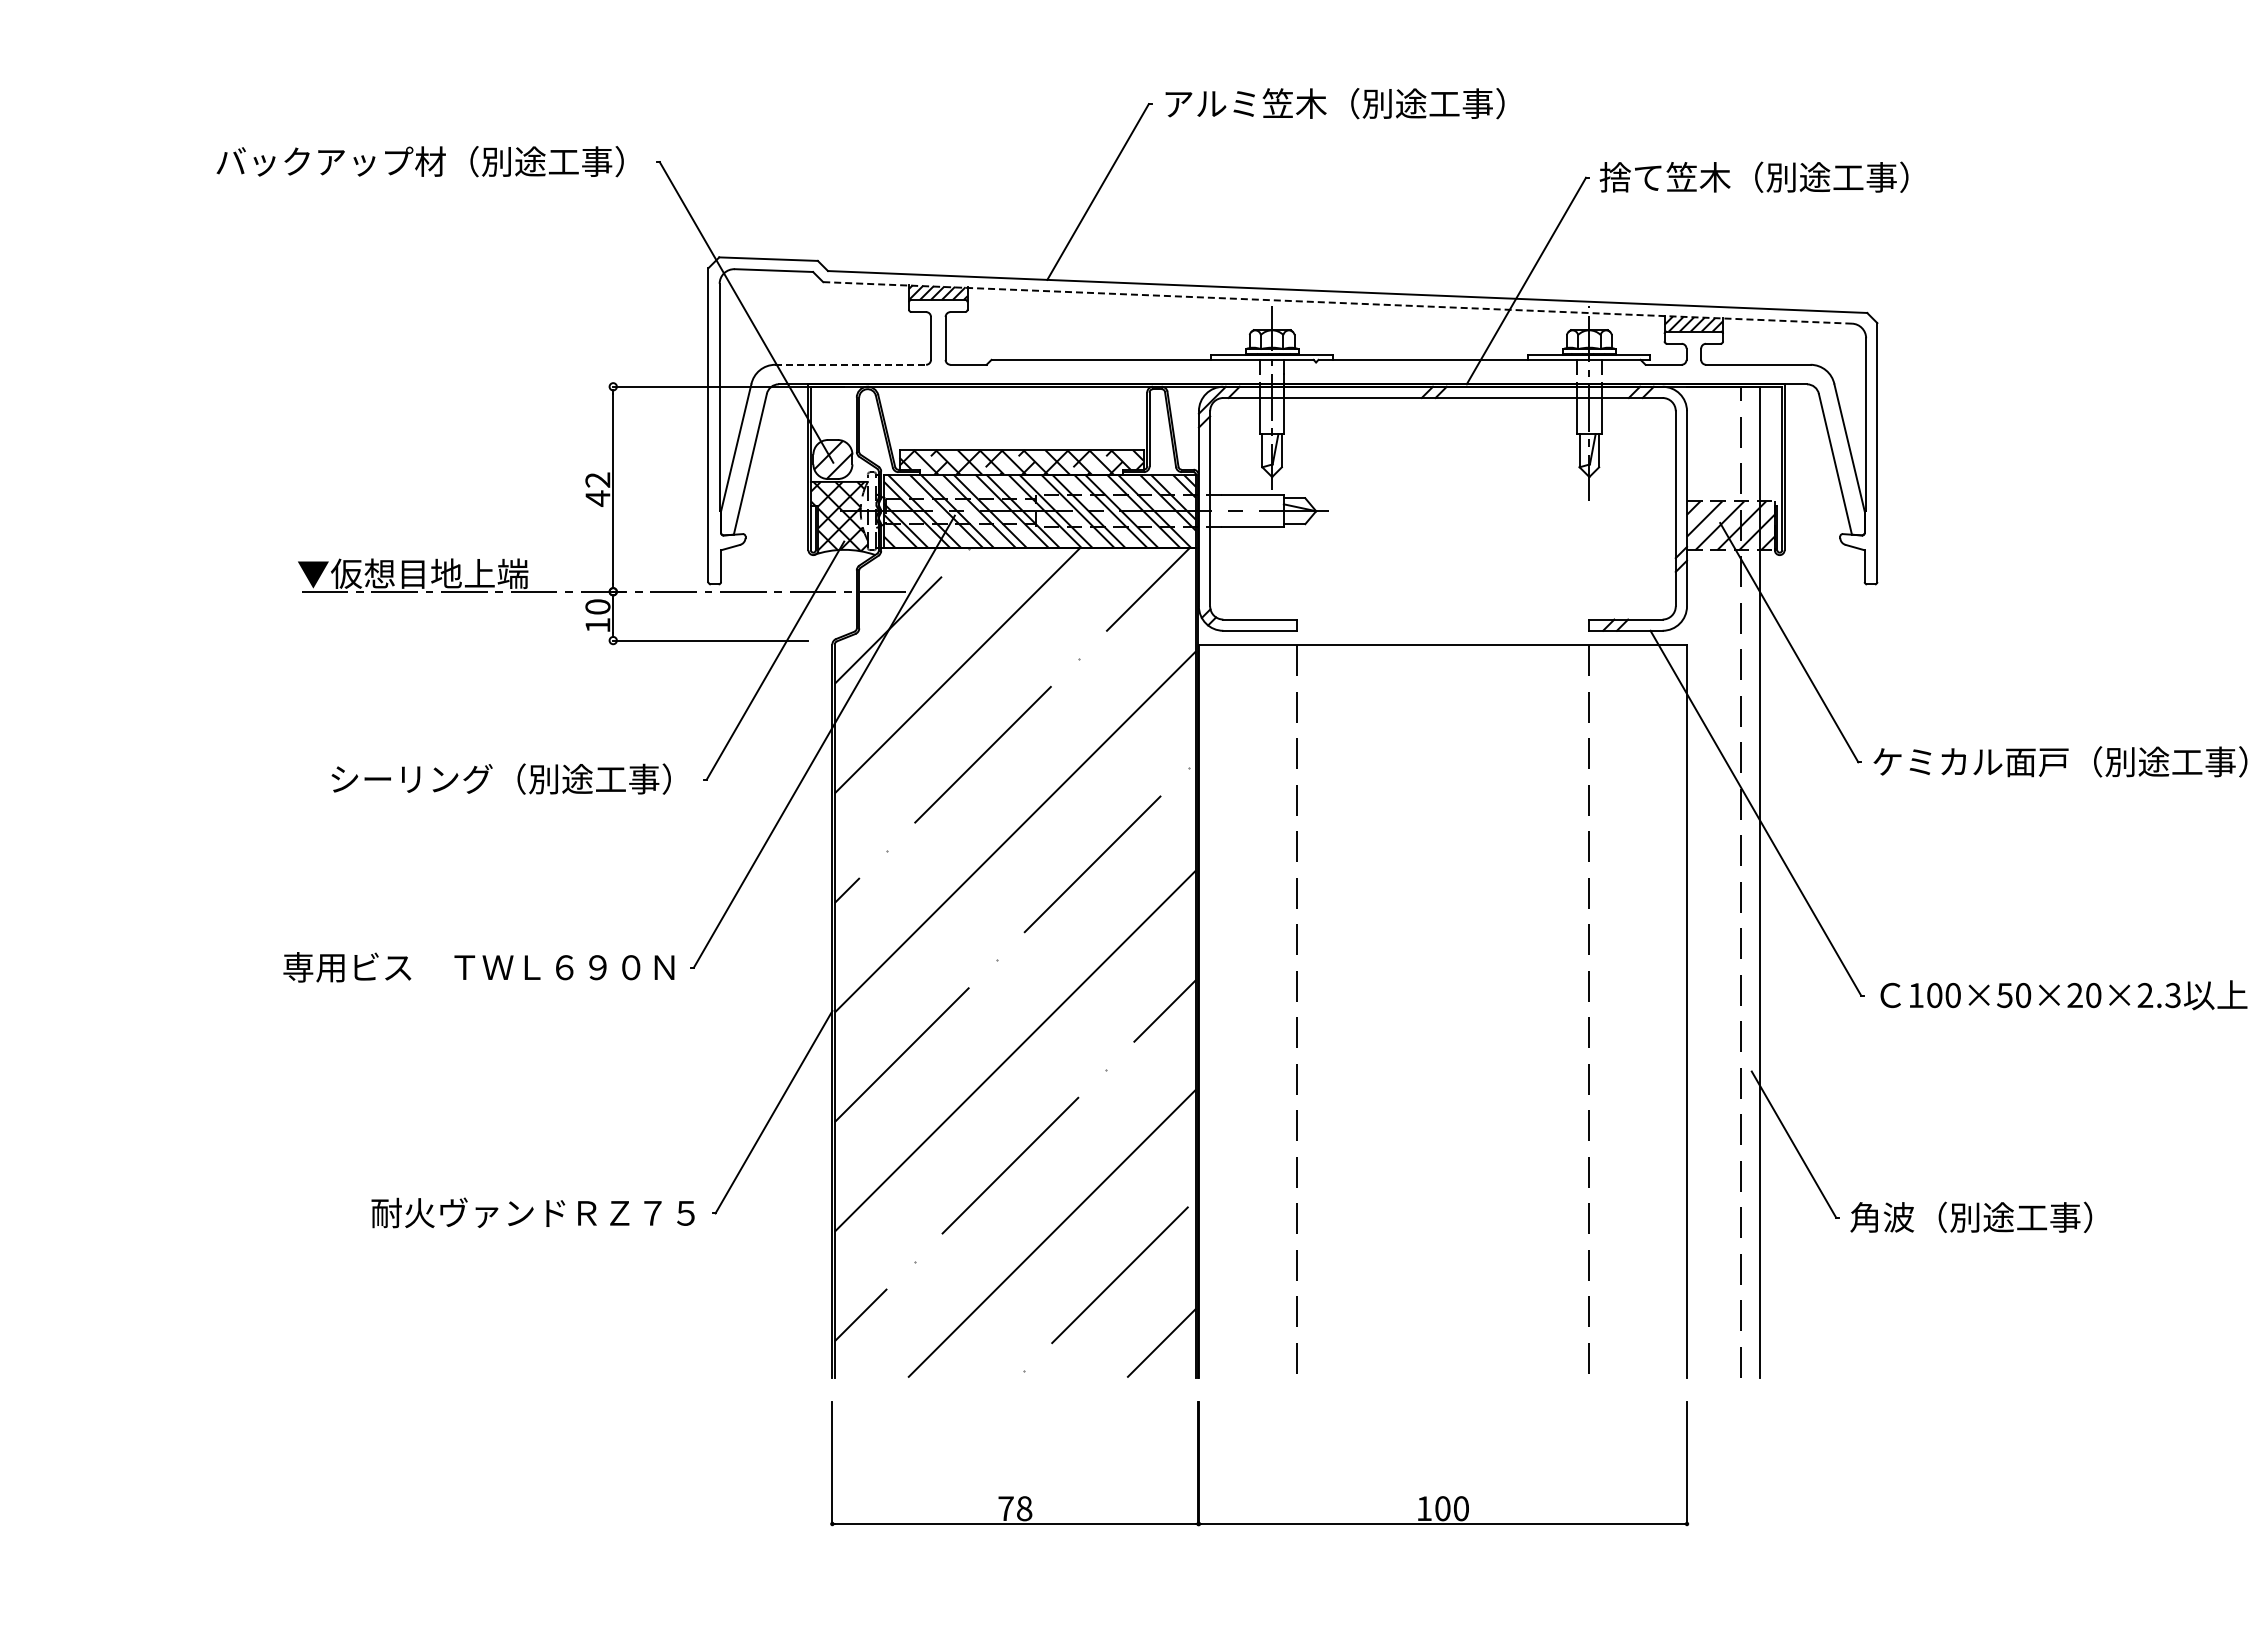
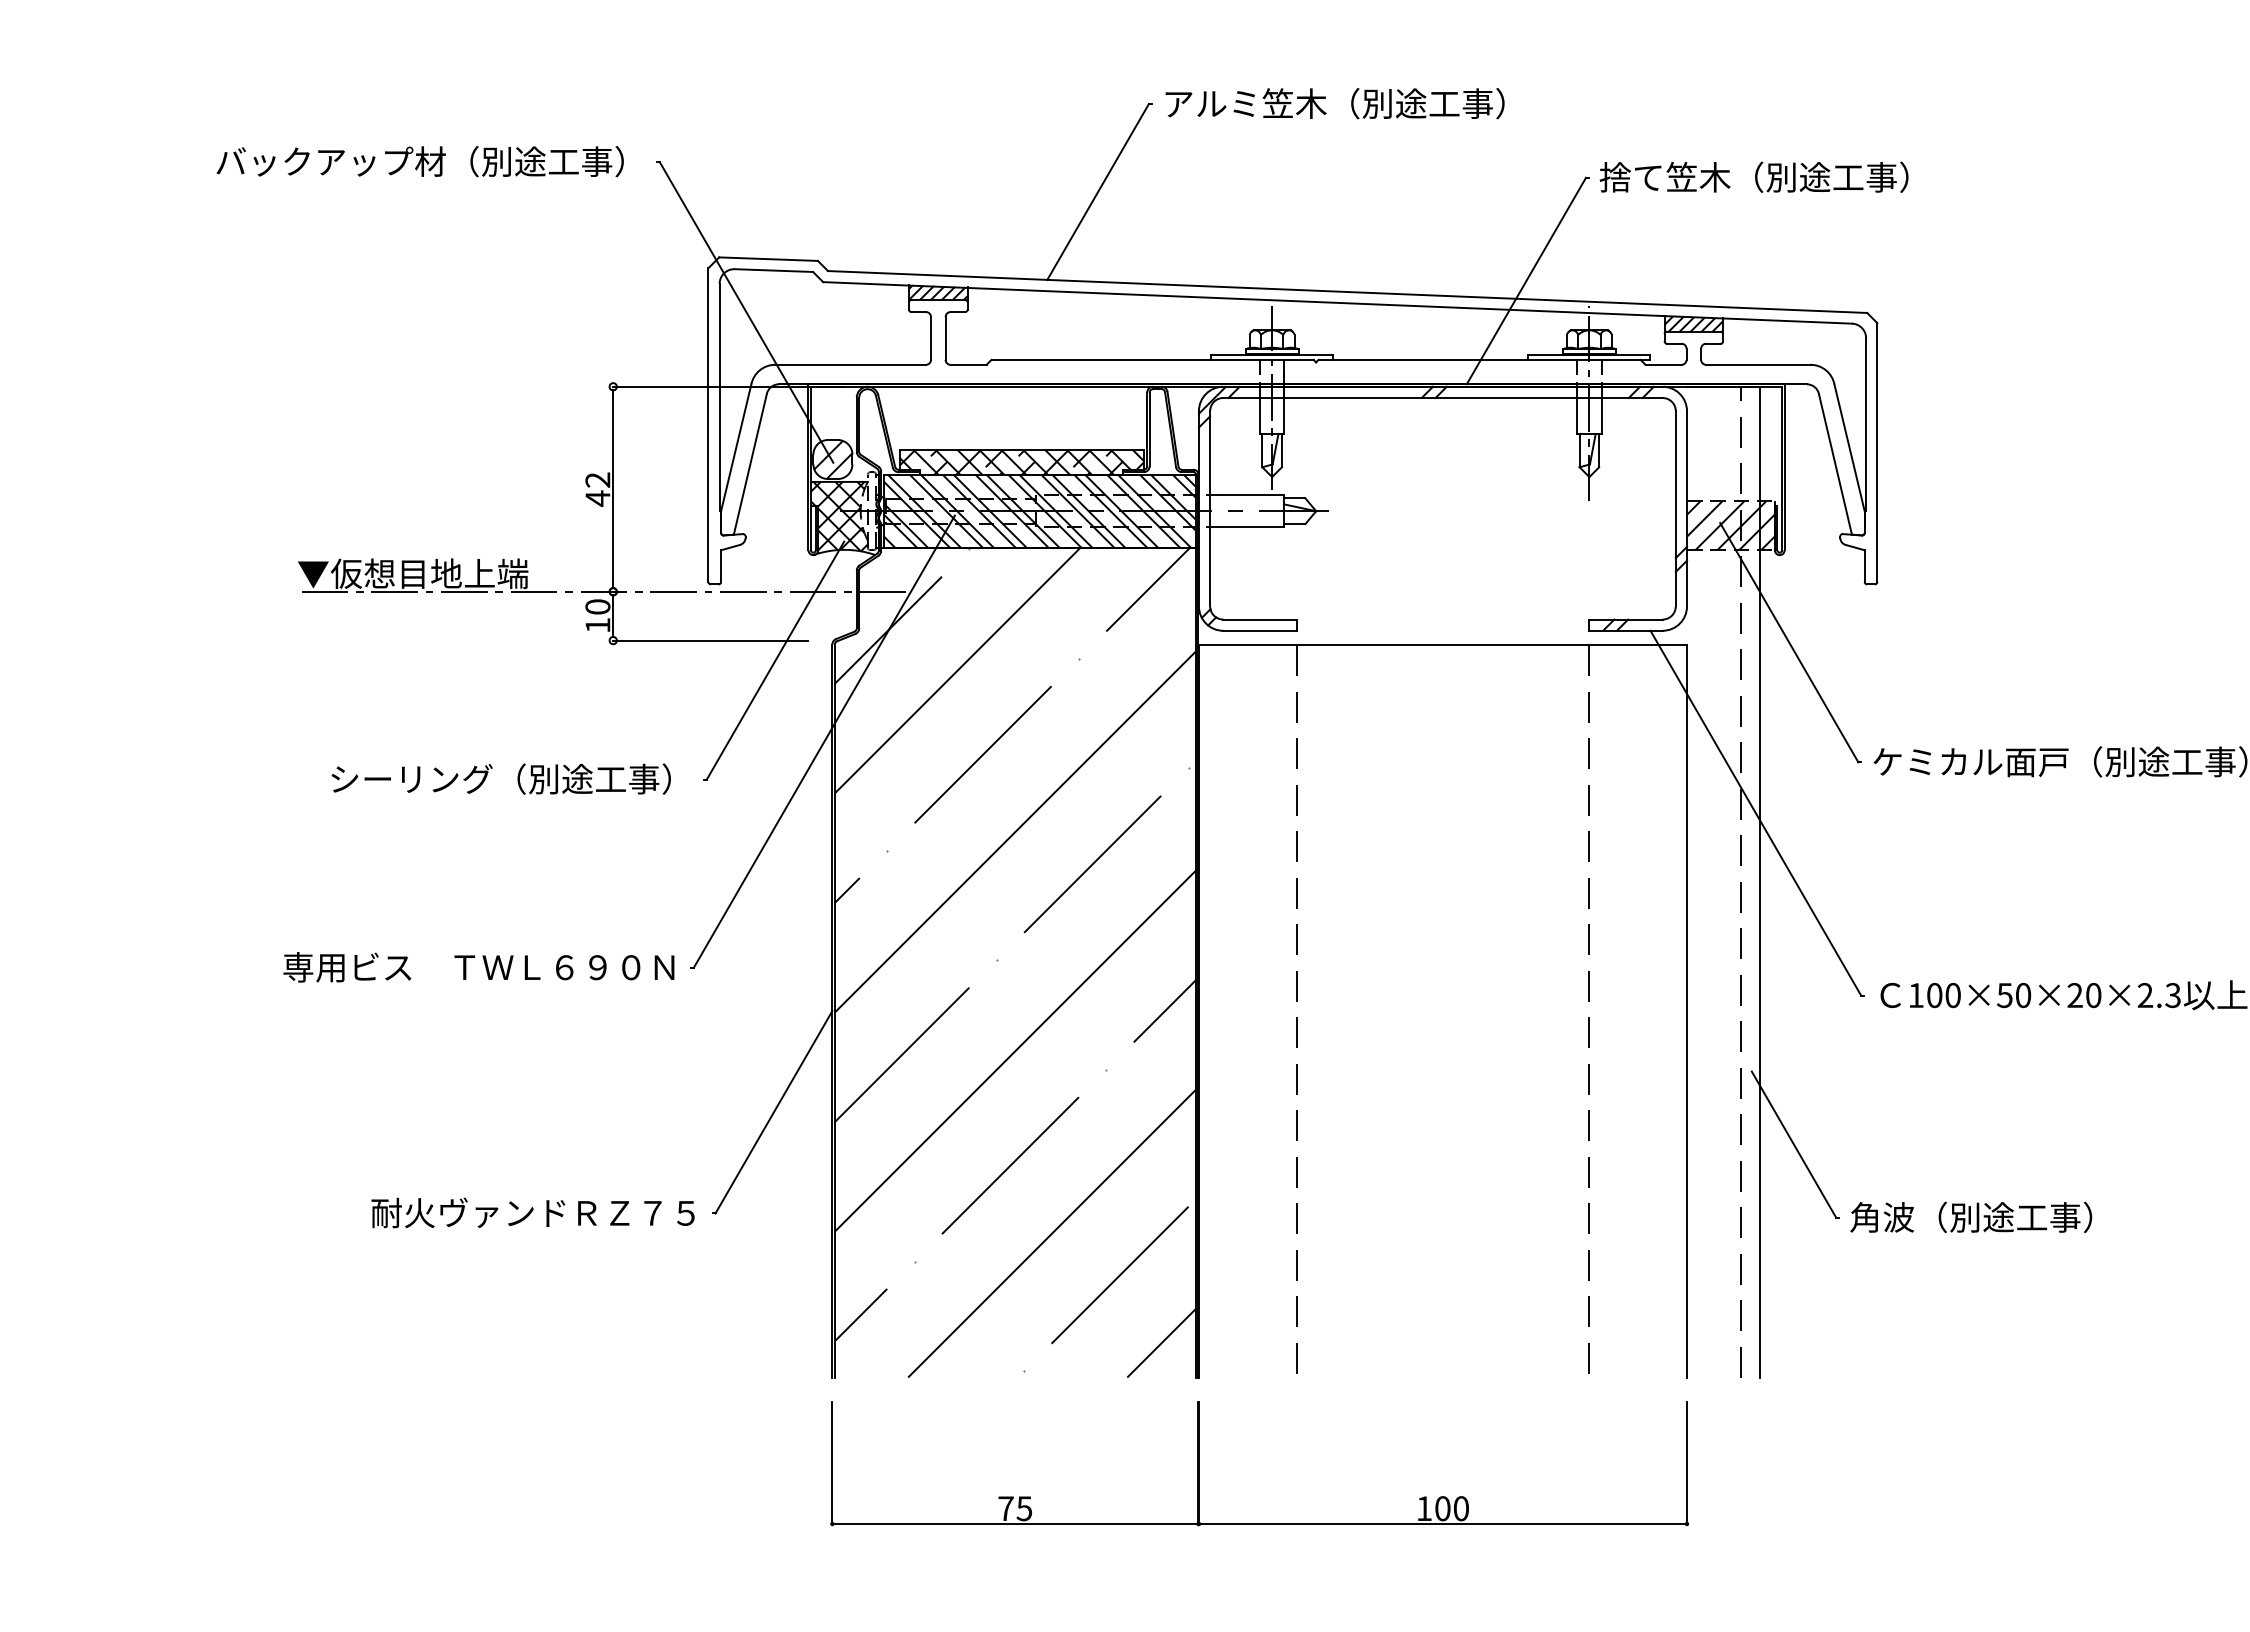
line at (1337, 302): dashed -> solid
line at (851, 364): dashed -> solid
text at (1024, 1508): 78 -> 75
